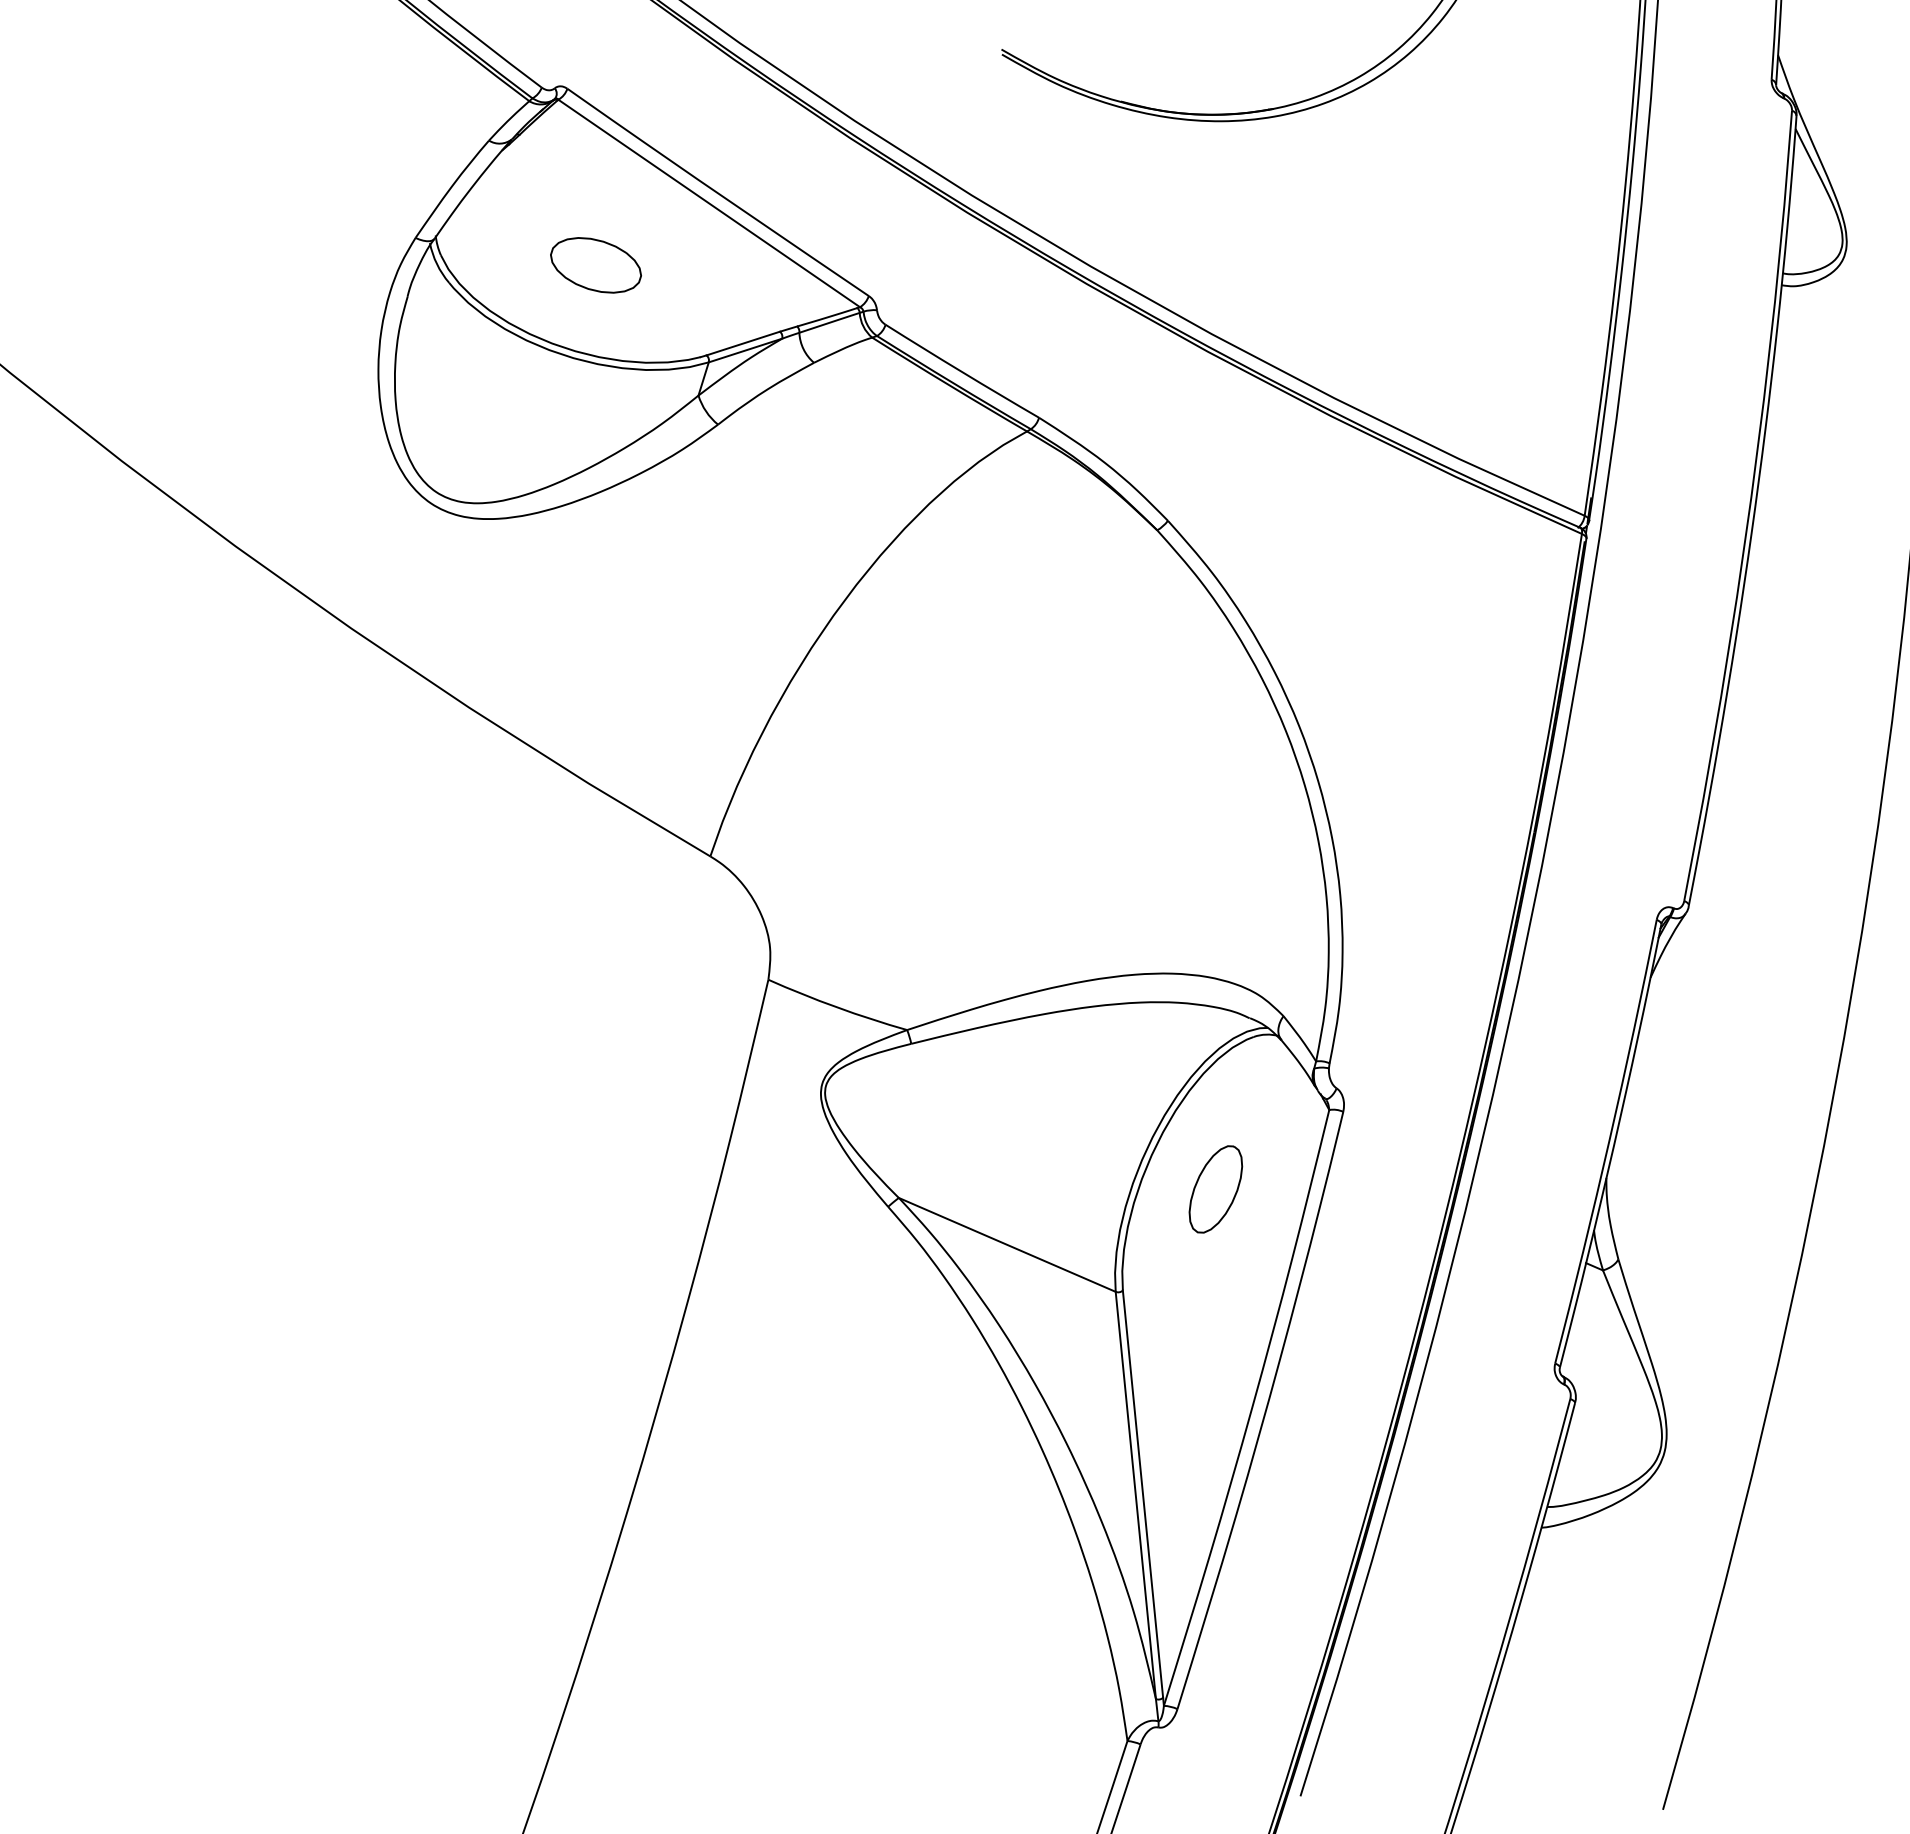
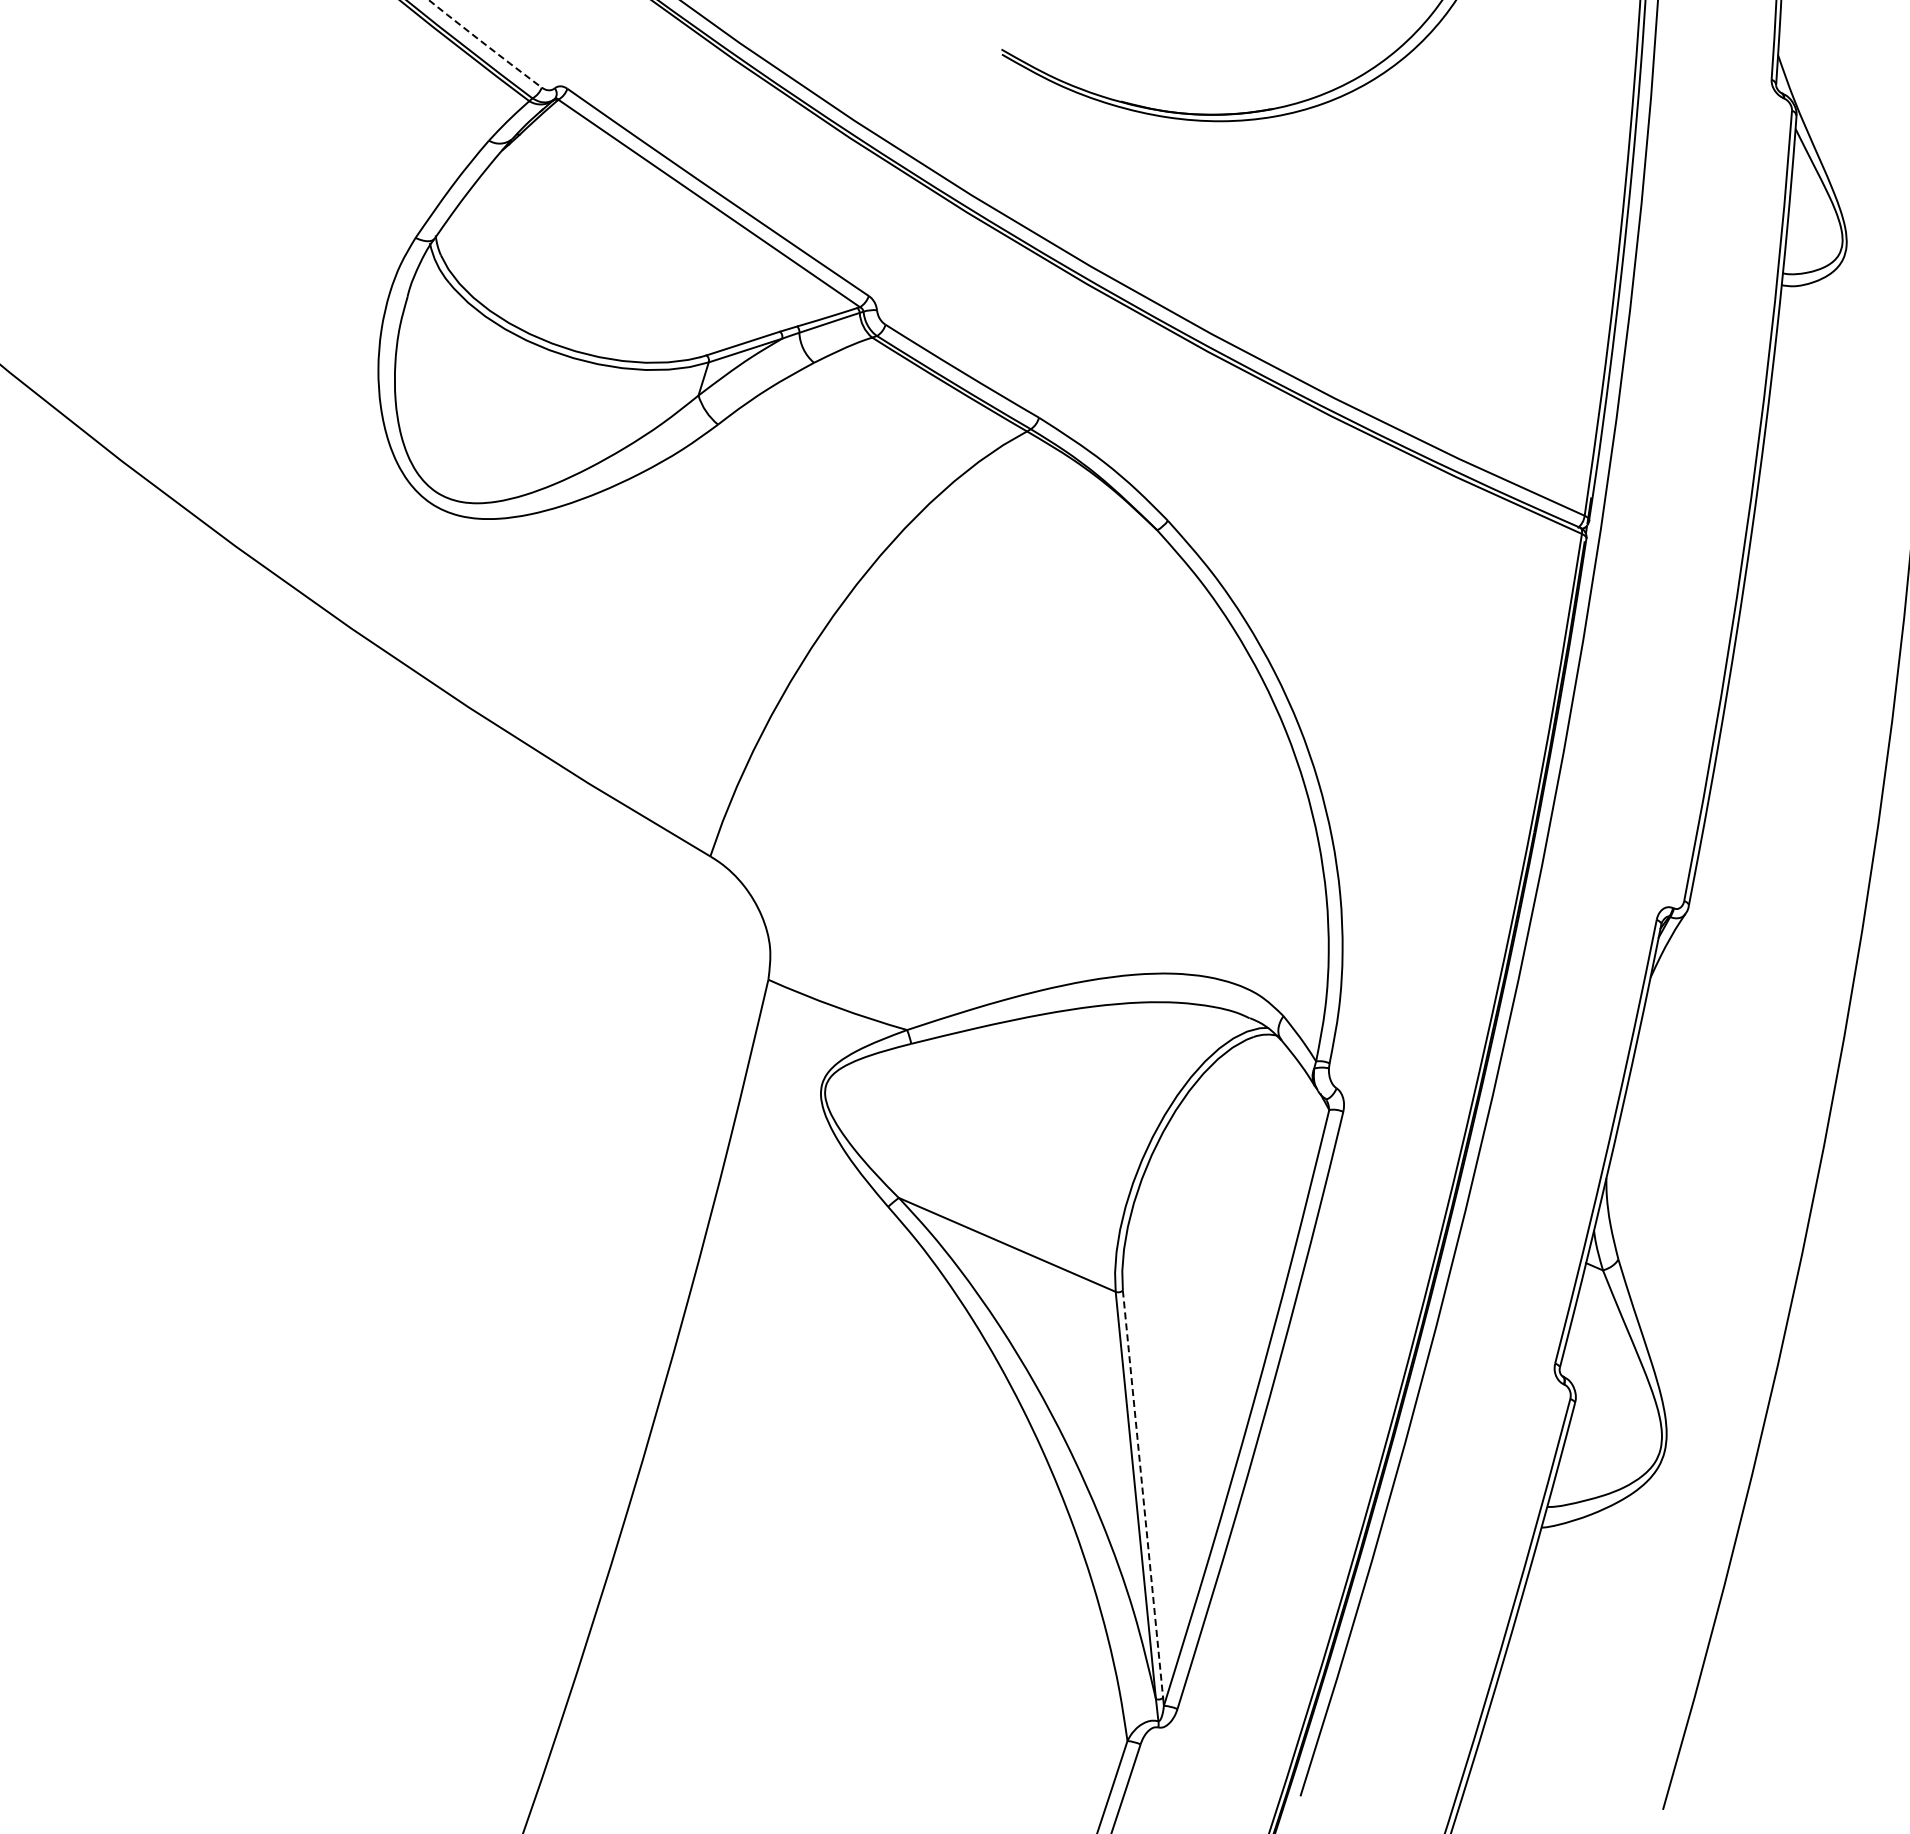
arc at (484, 44): solid -> dashed
part at (595, 265): present -> none
part at (1215, 1189): present -> none
line at (1143, 1494): solid -> dashed
